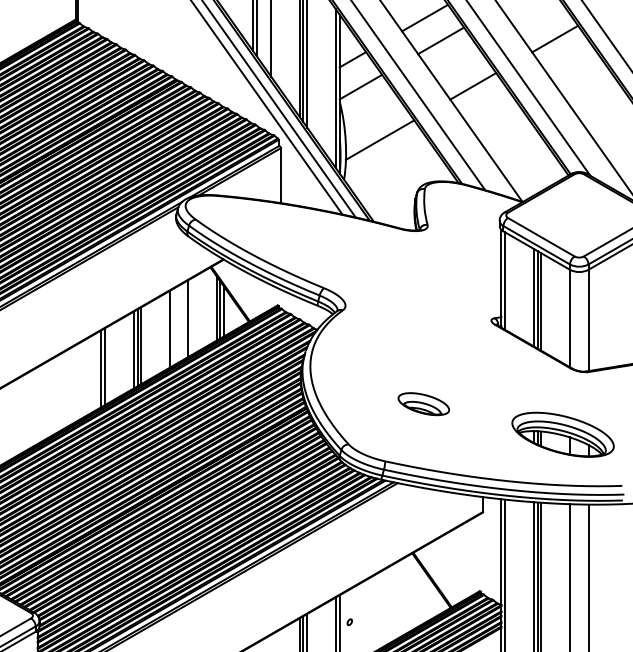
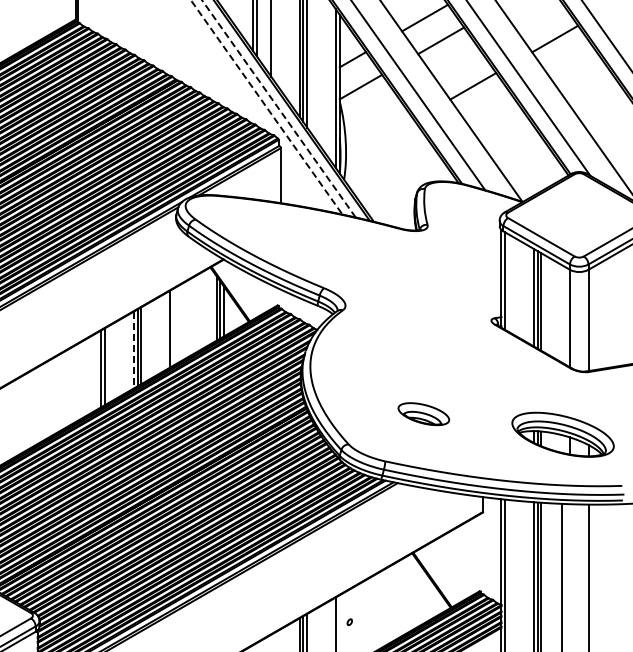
line at (266, 107): solid -> dashed
line at (279, 109): solid -> dashed
line at (380, 139): present -> none
line at (188, 318): present -> none
line at (133, 350): solid -> dashed
part at (423, 404) position: (423, 404) -> (423, 414)
line at (570, 576) position: (570, 576) -> (562, 576)
line at (339, 621): present -> none
